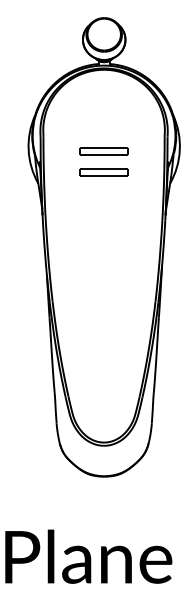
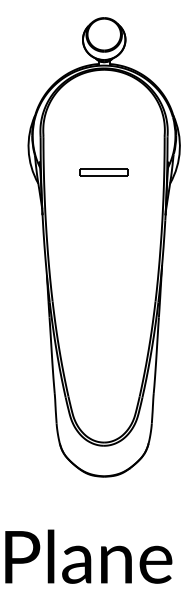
part at (103, 151): present -> none
